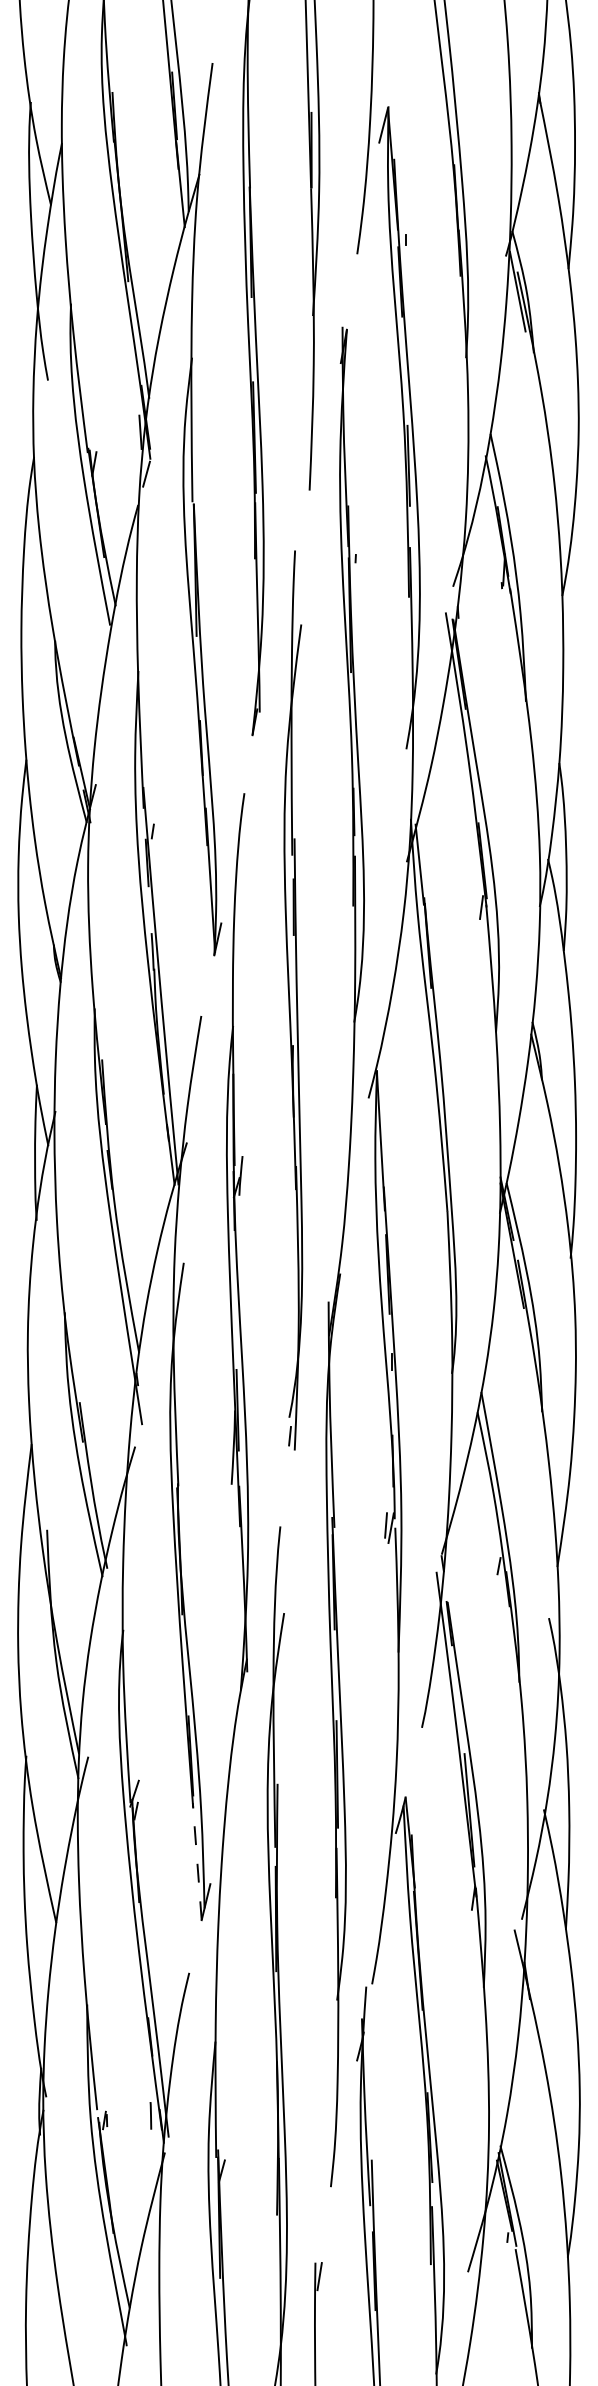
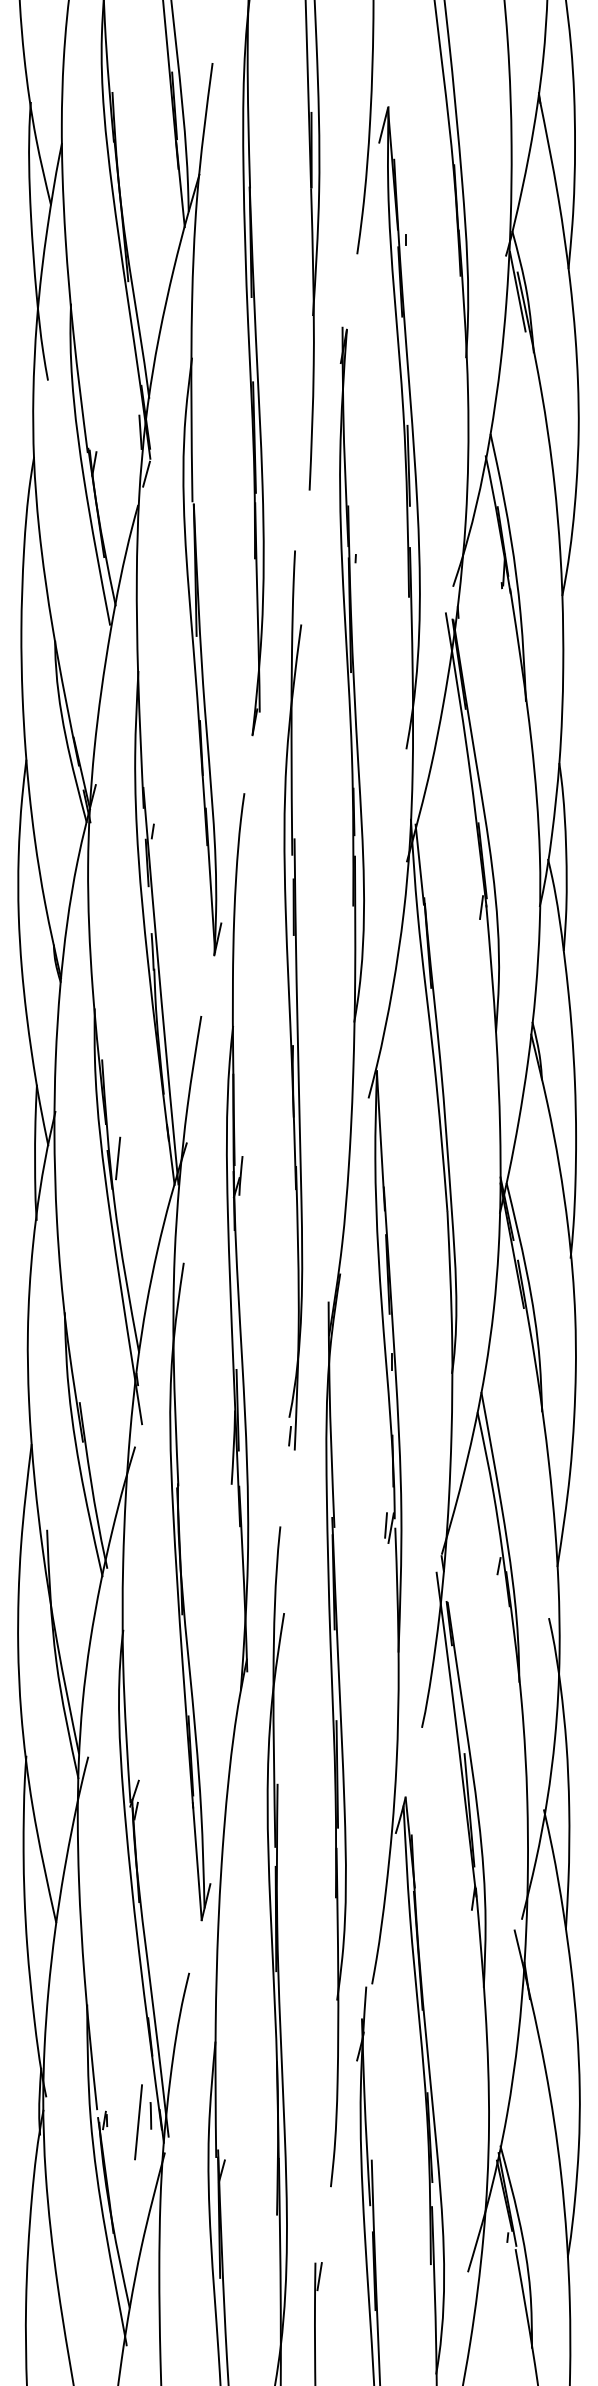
line at (118, 1158): none -> present
line at (197, 1861): dashed -> solid
line at (138, 2122): none -> present
